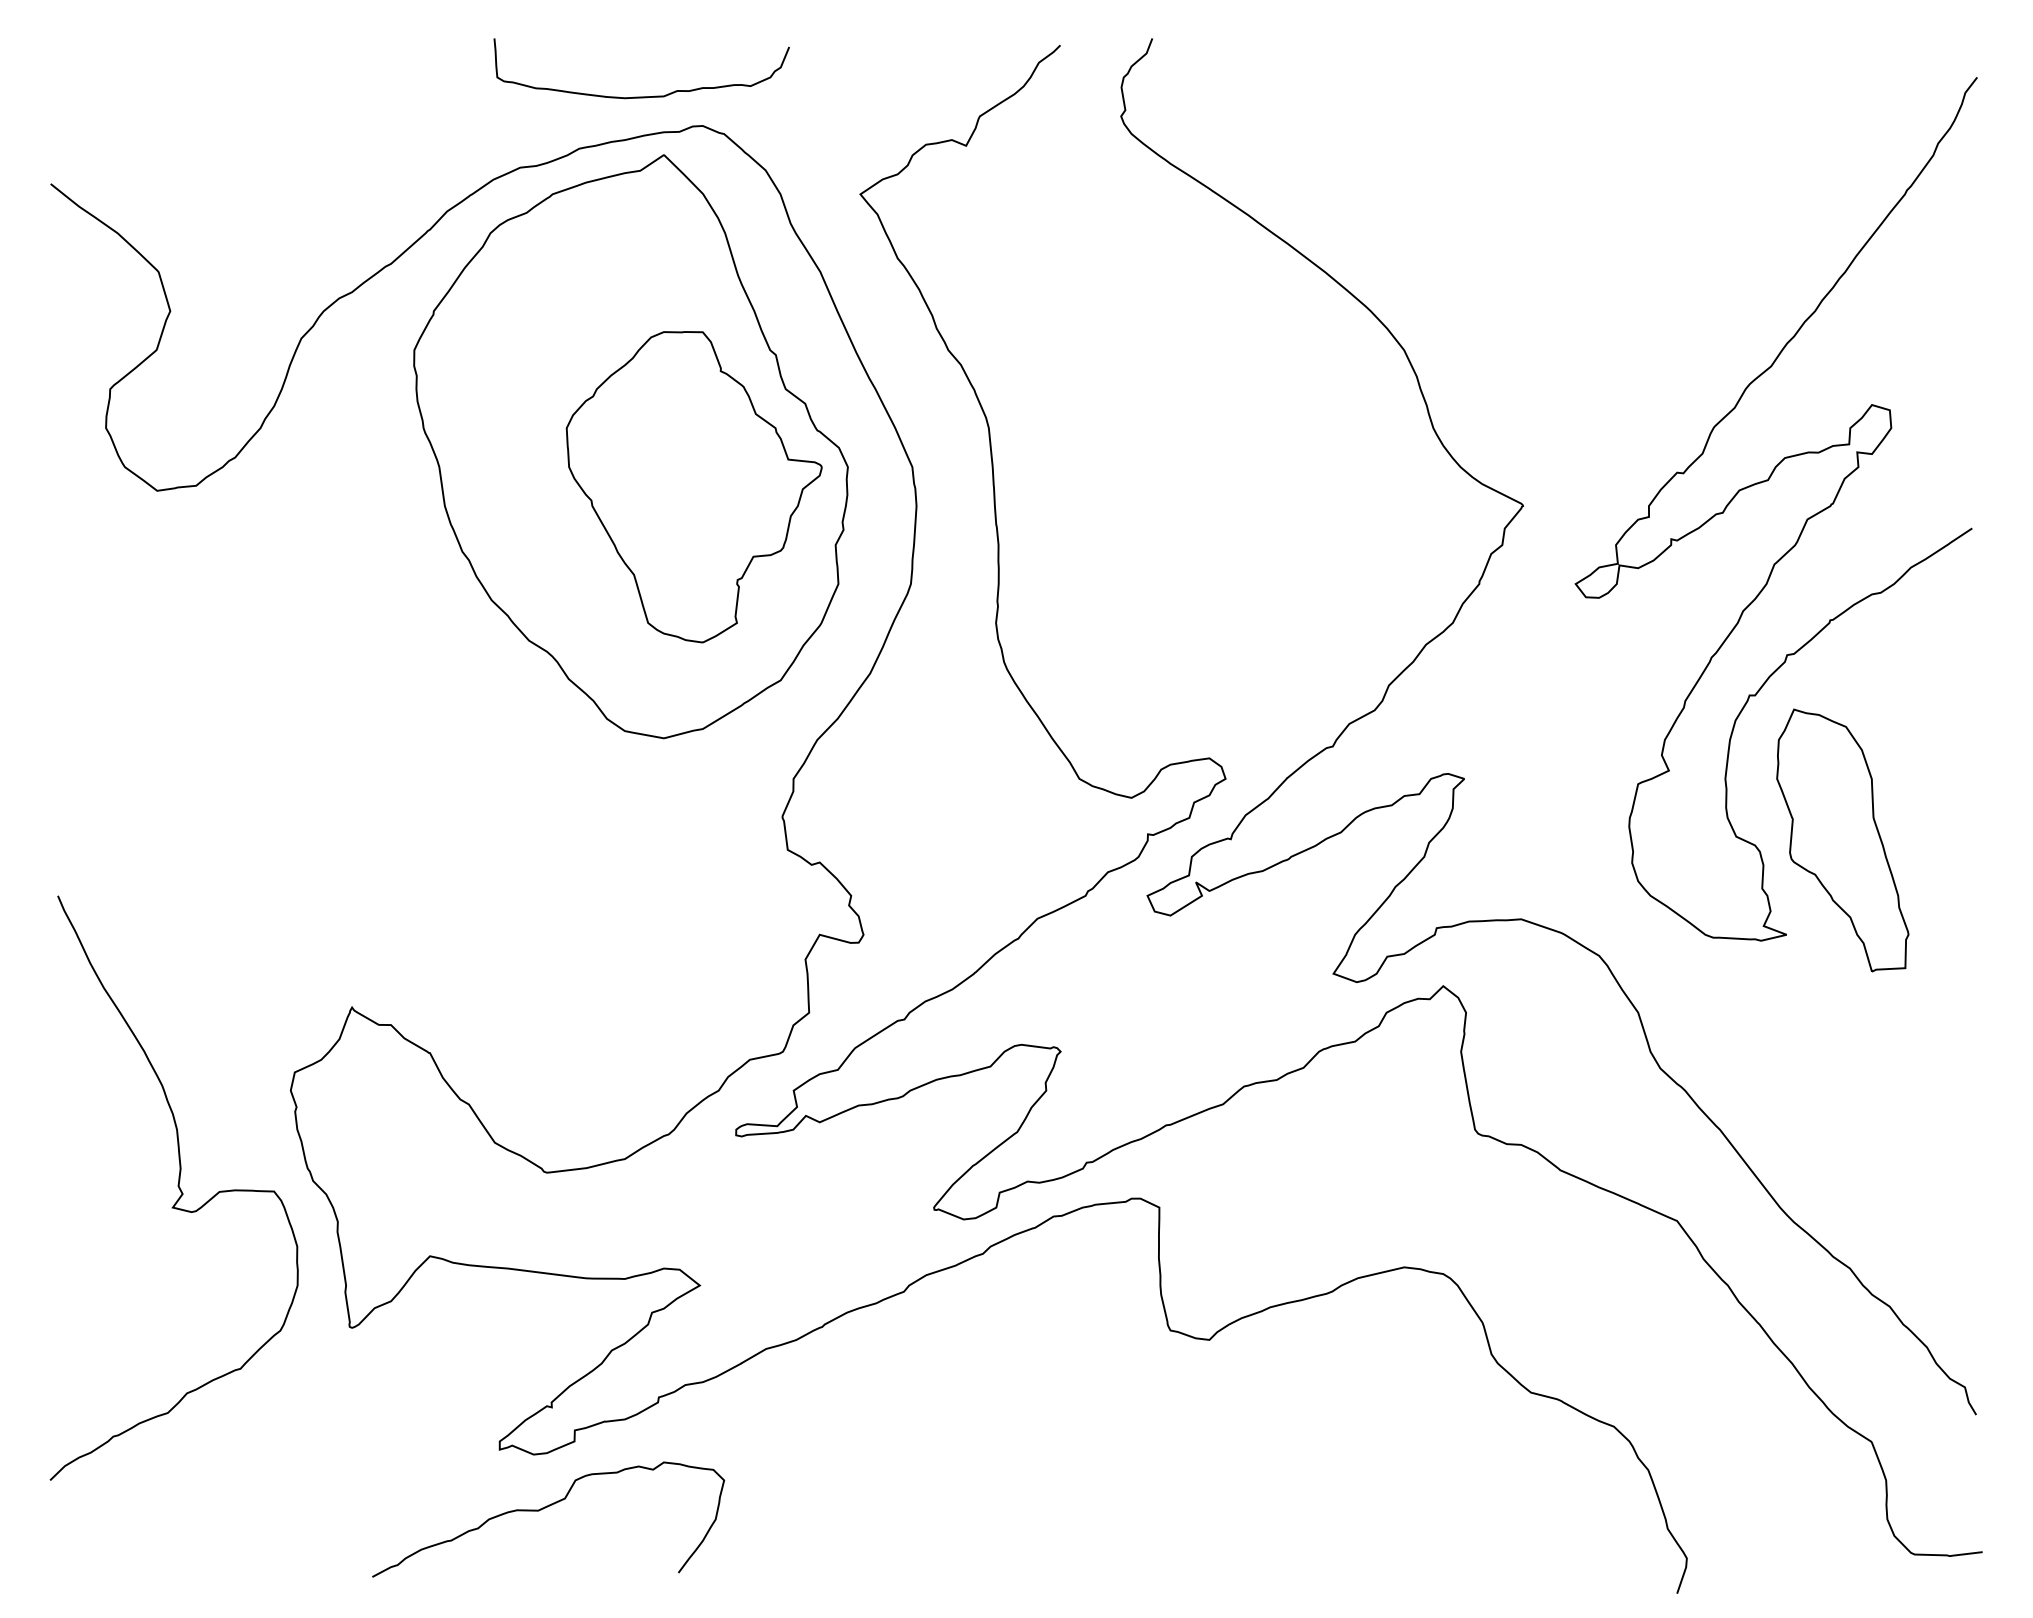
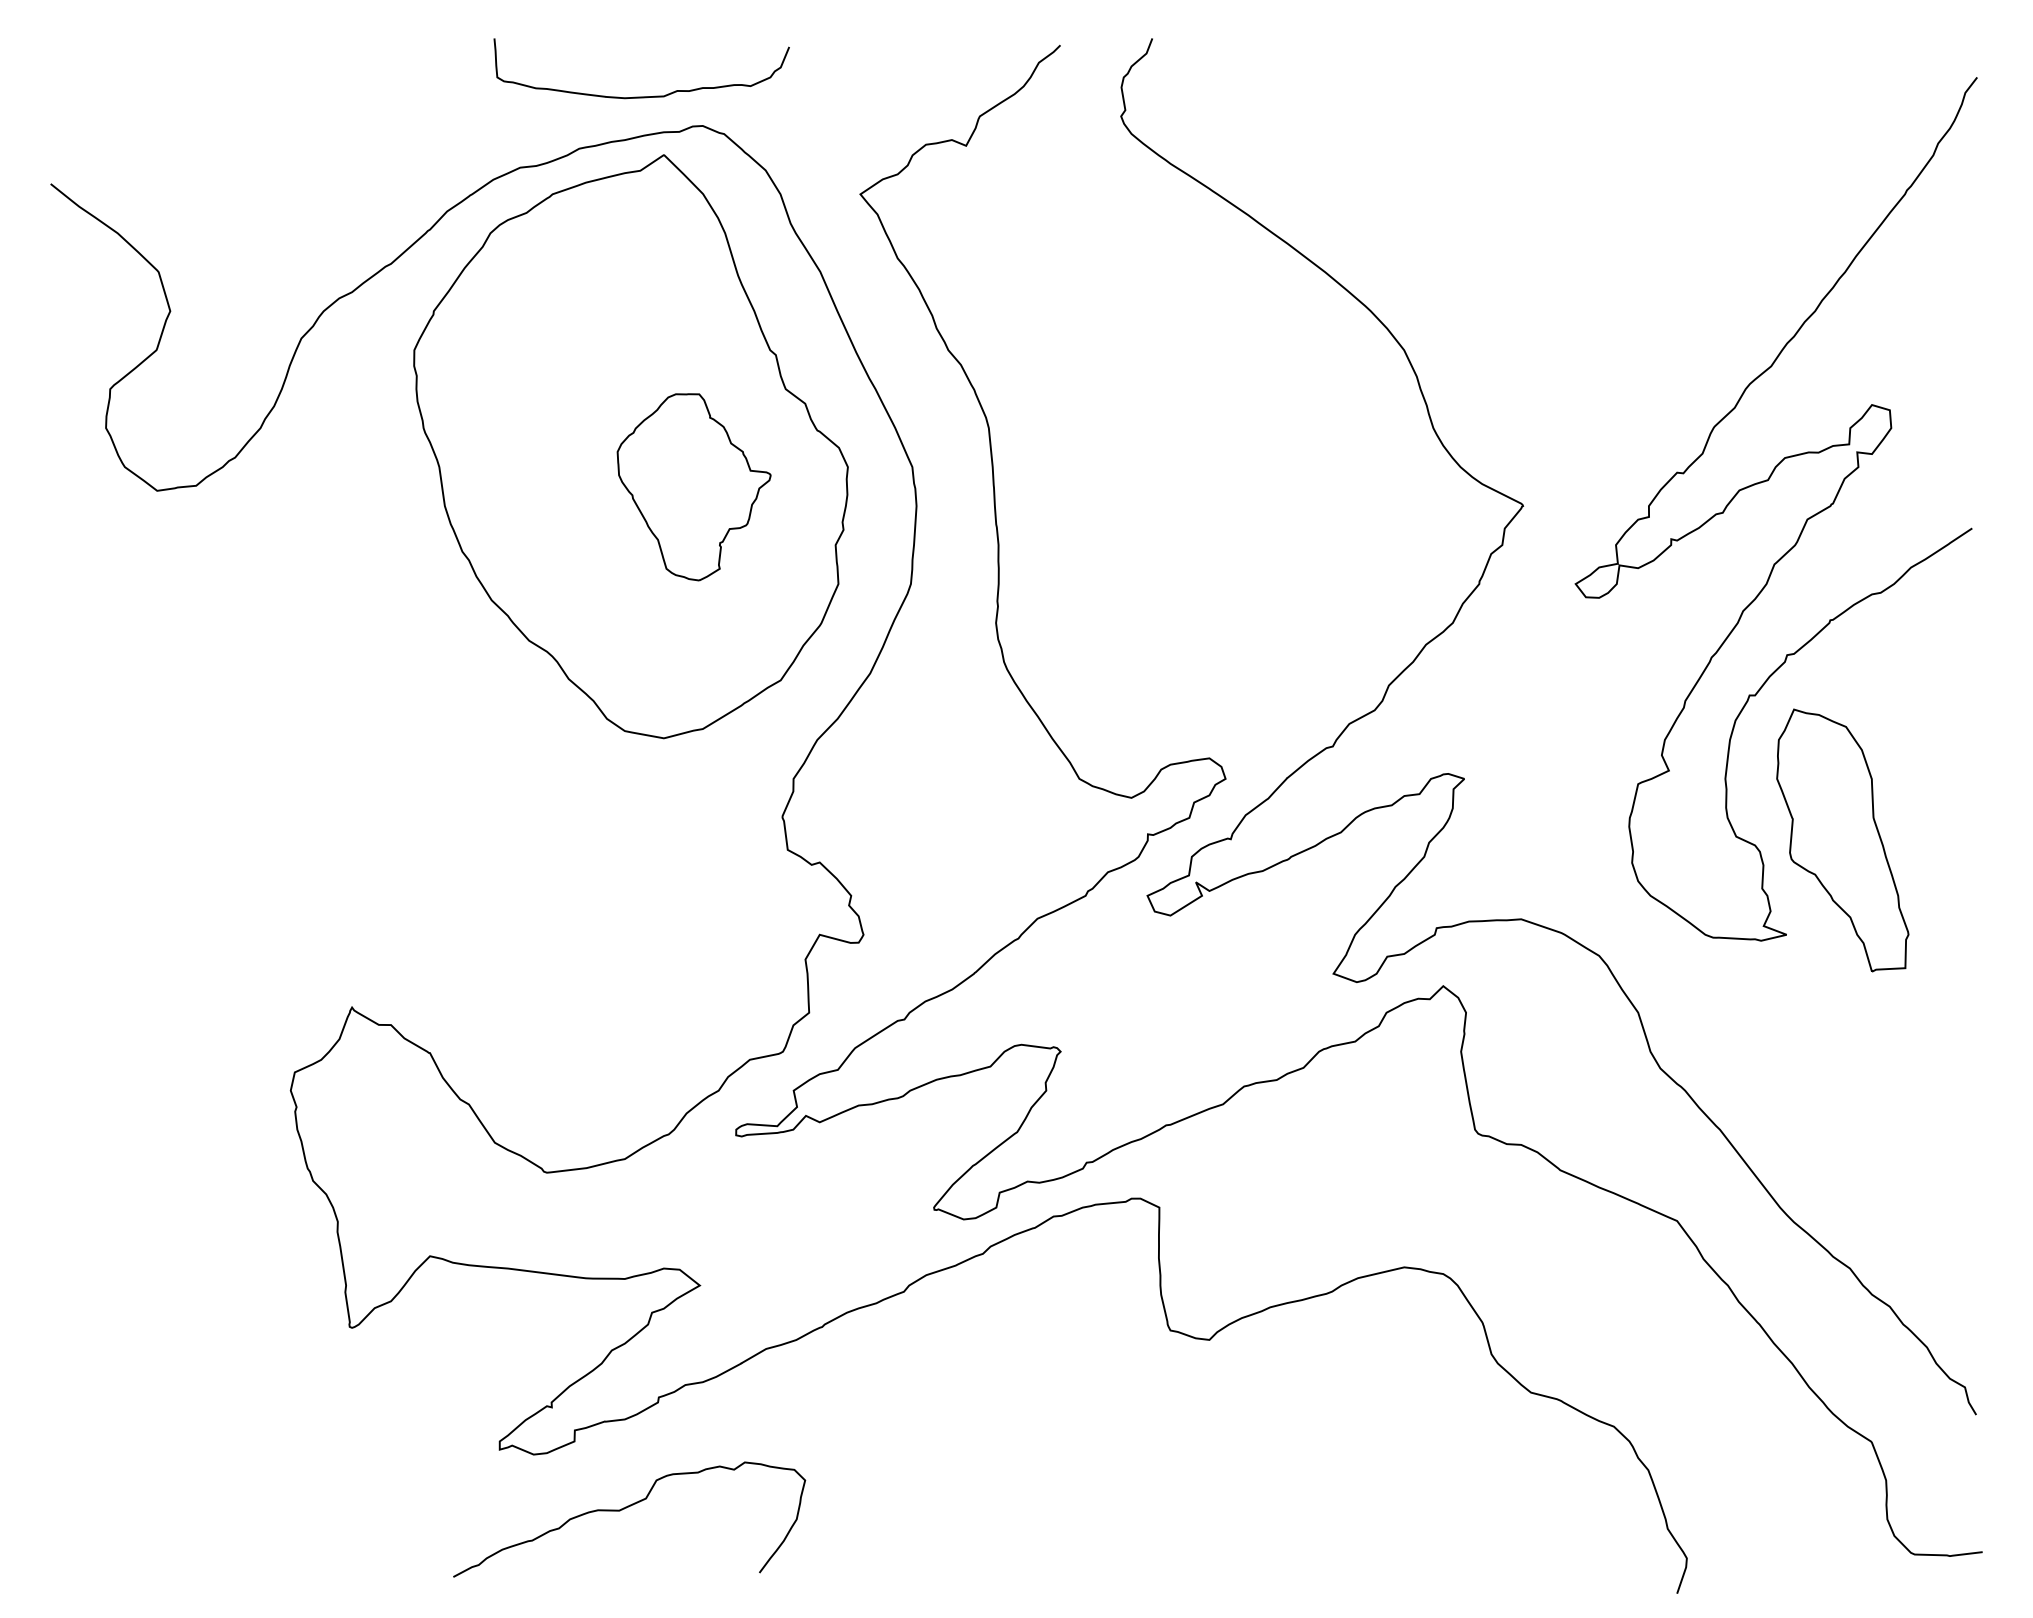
part at (693, 487) size: 258x313 px -> 156x189 px
curve at (177, 1186): present -> none
curve at (543, 1509) position: (543, 1509) -> (624, 1509)
